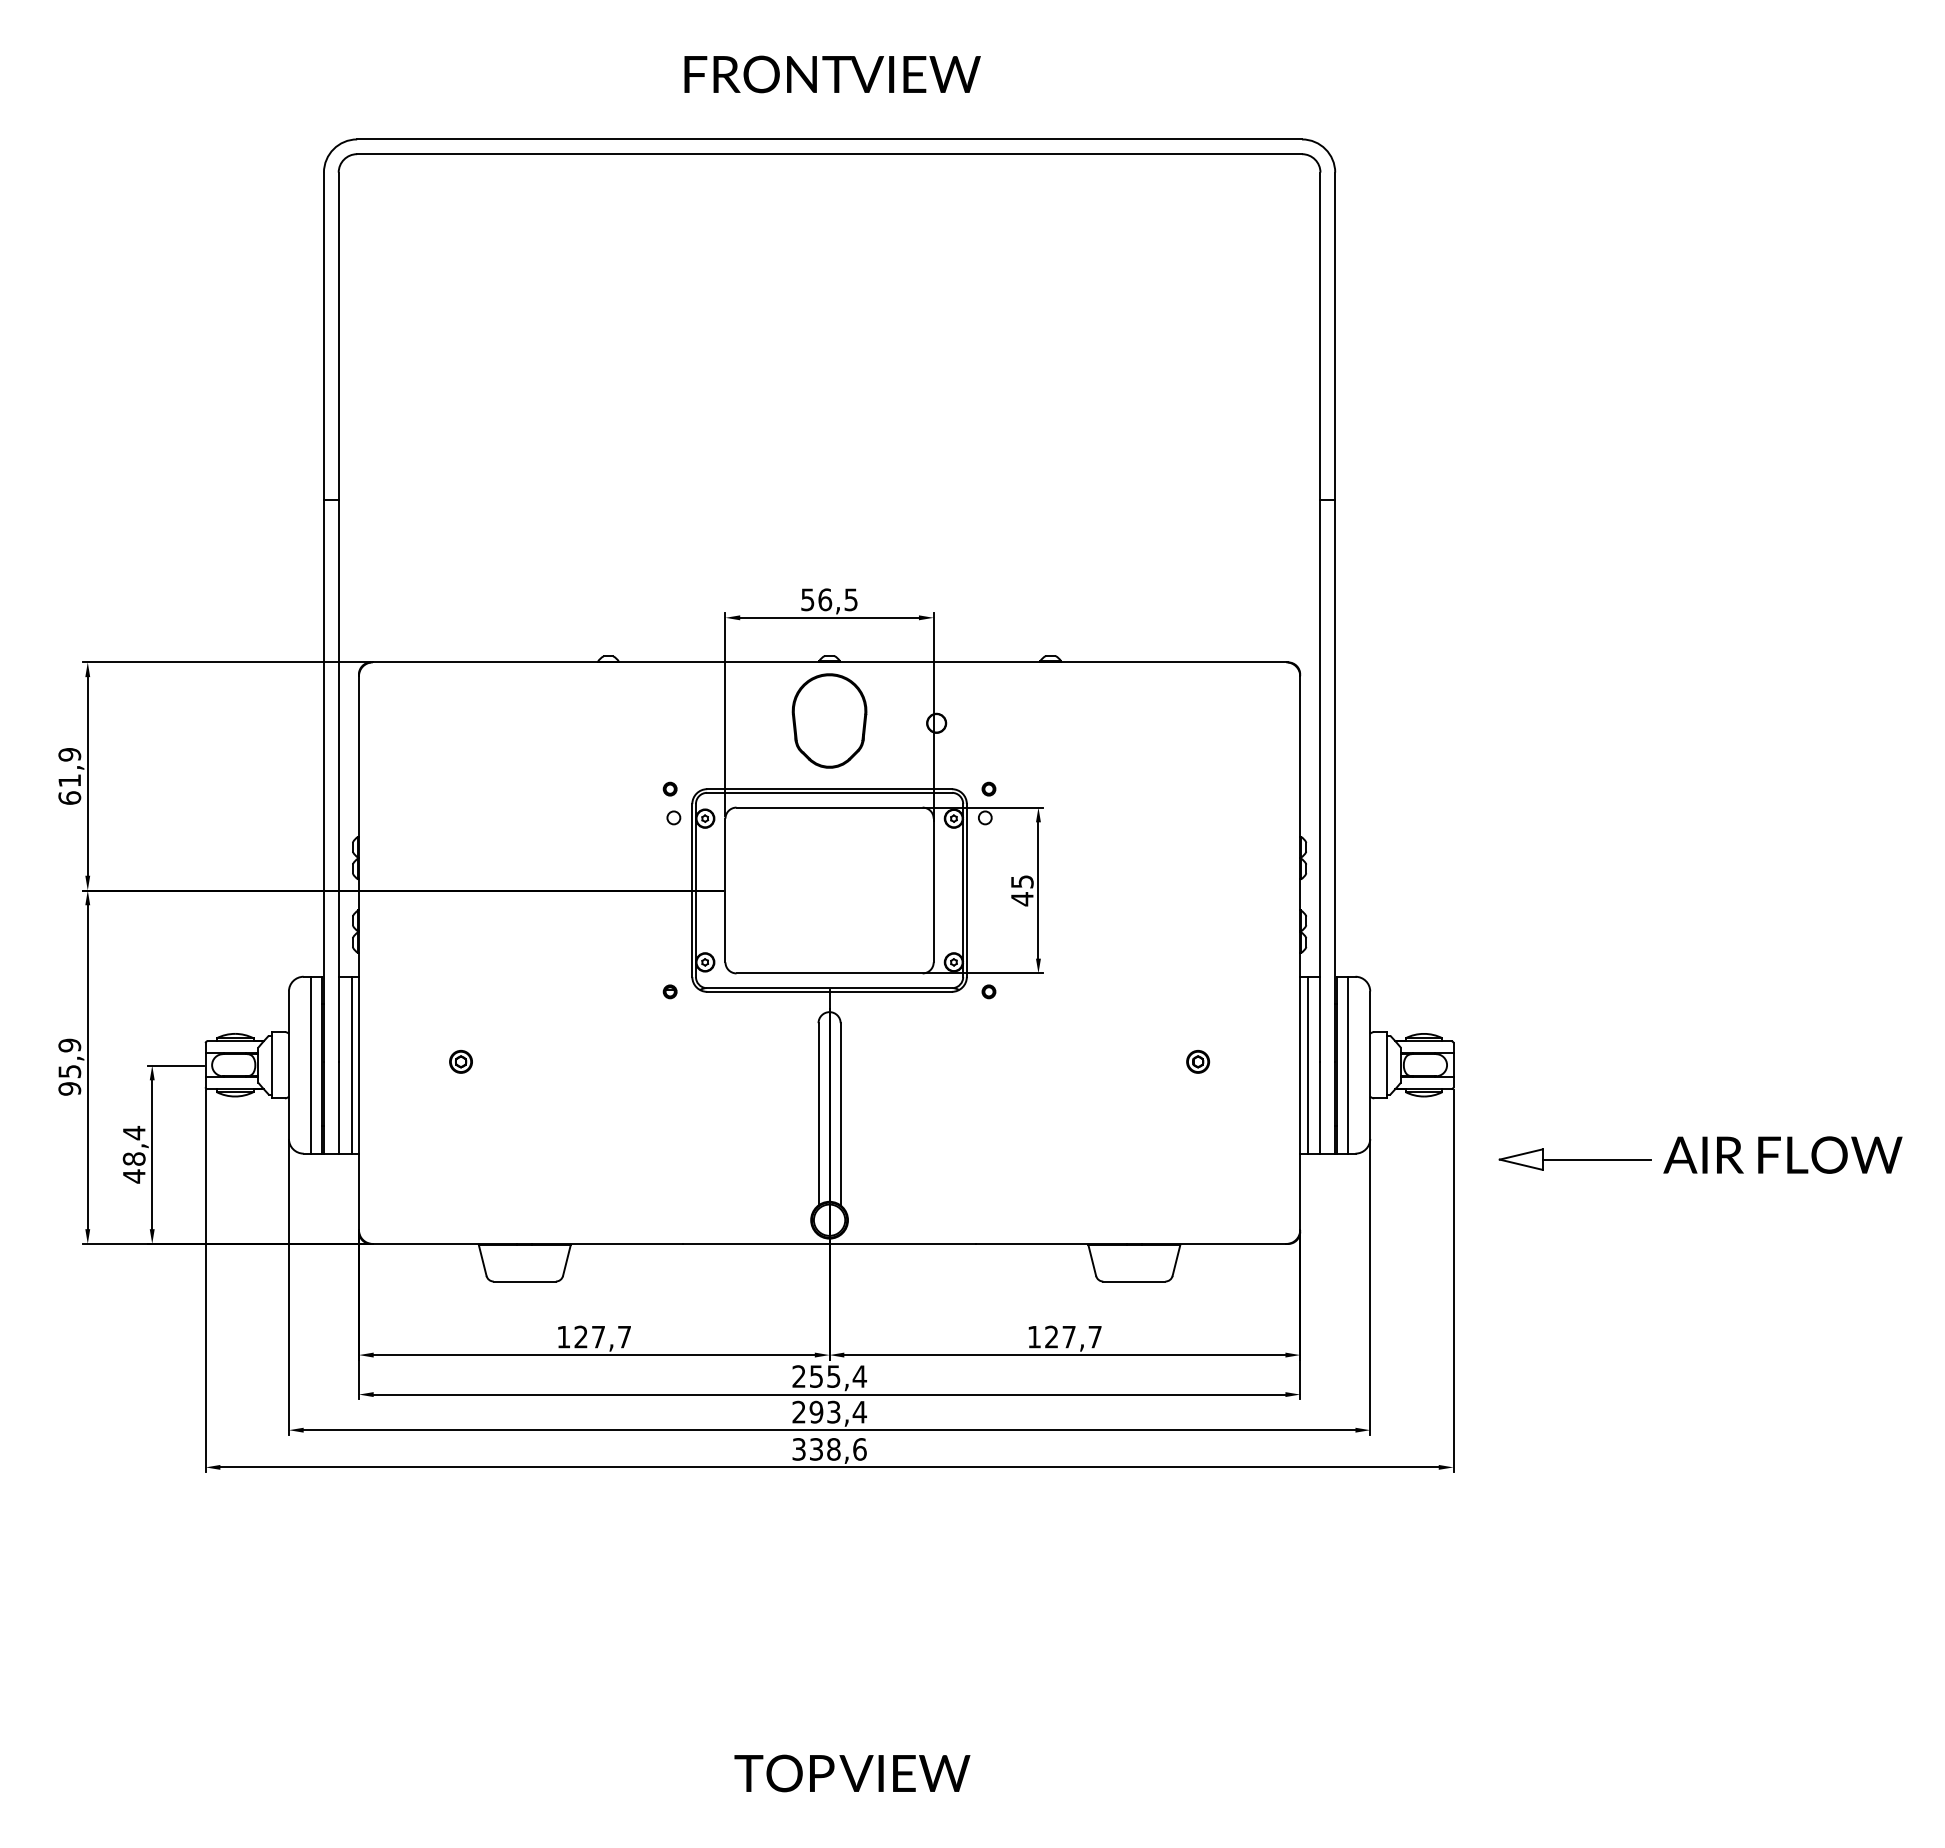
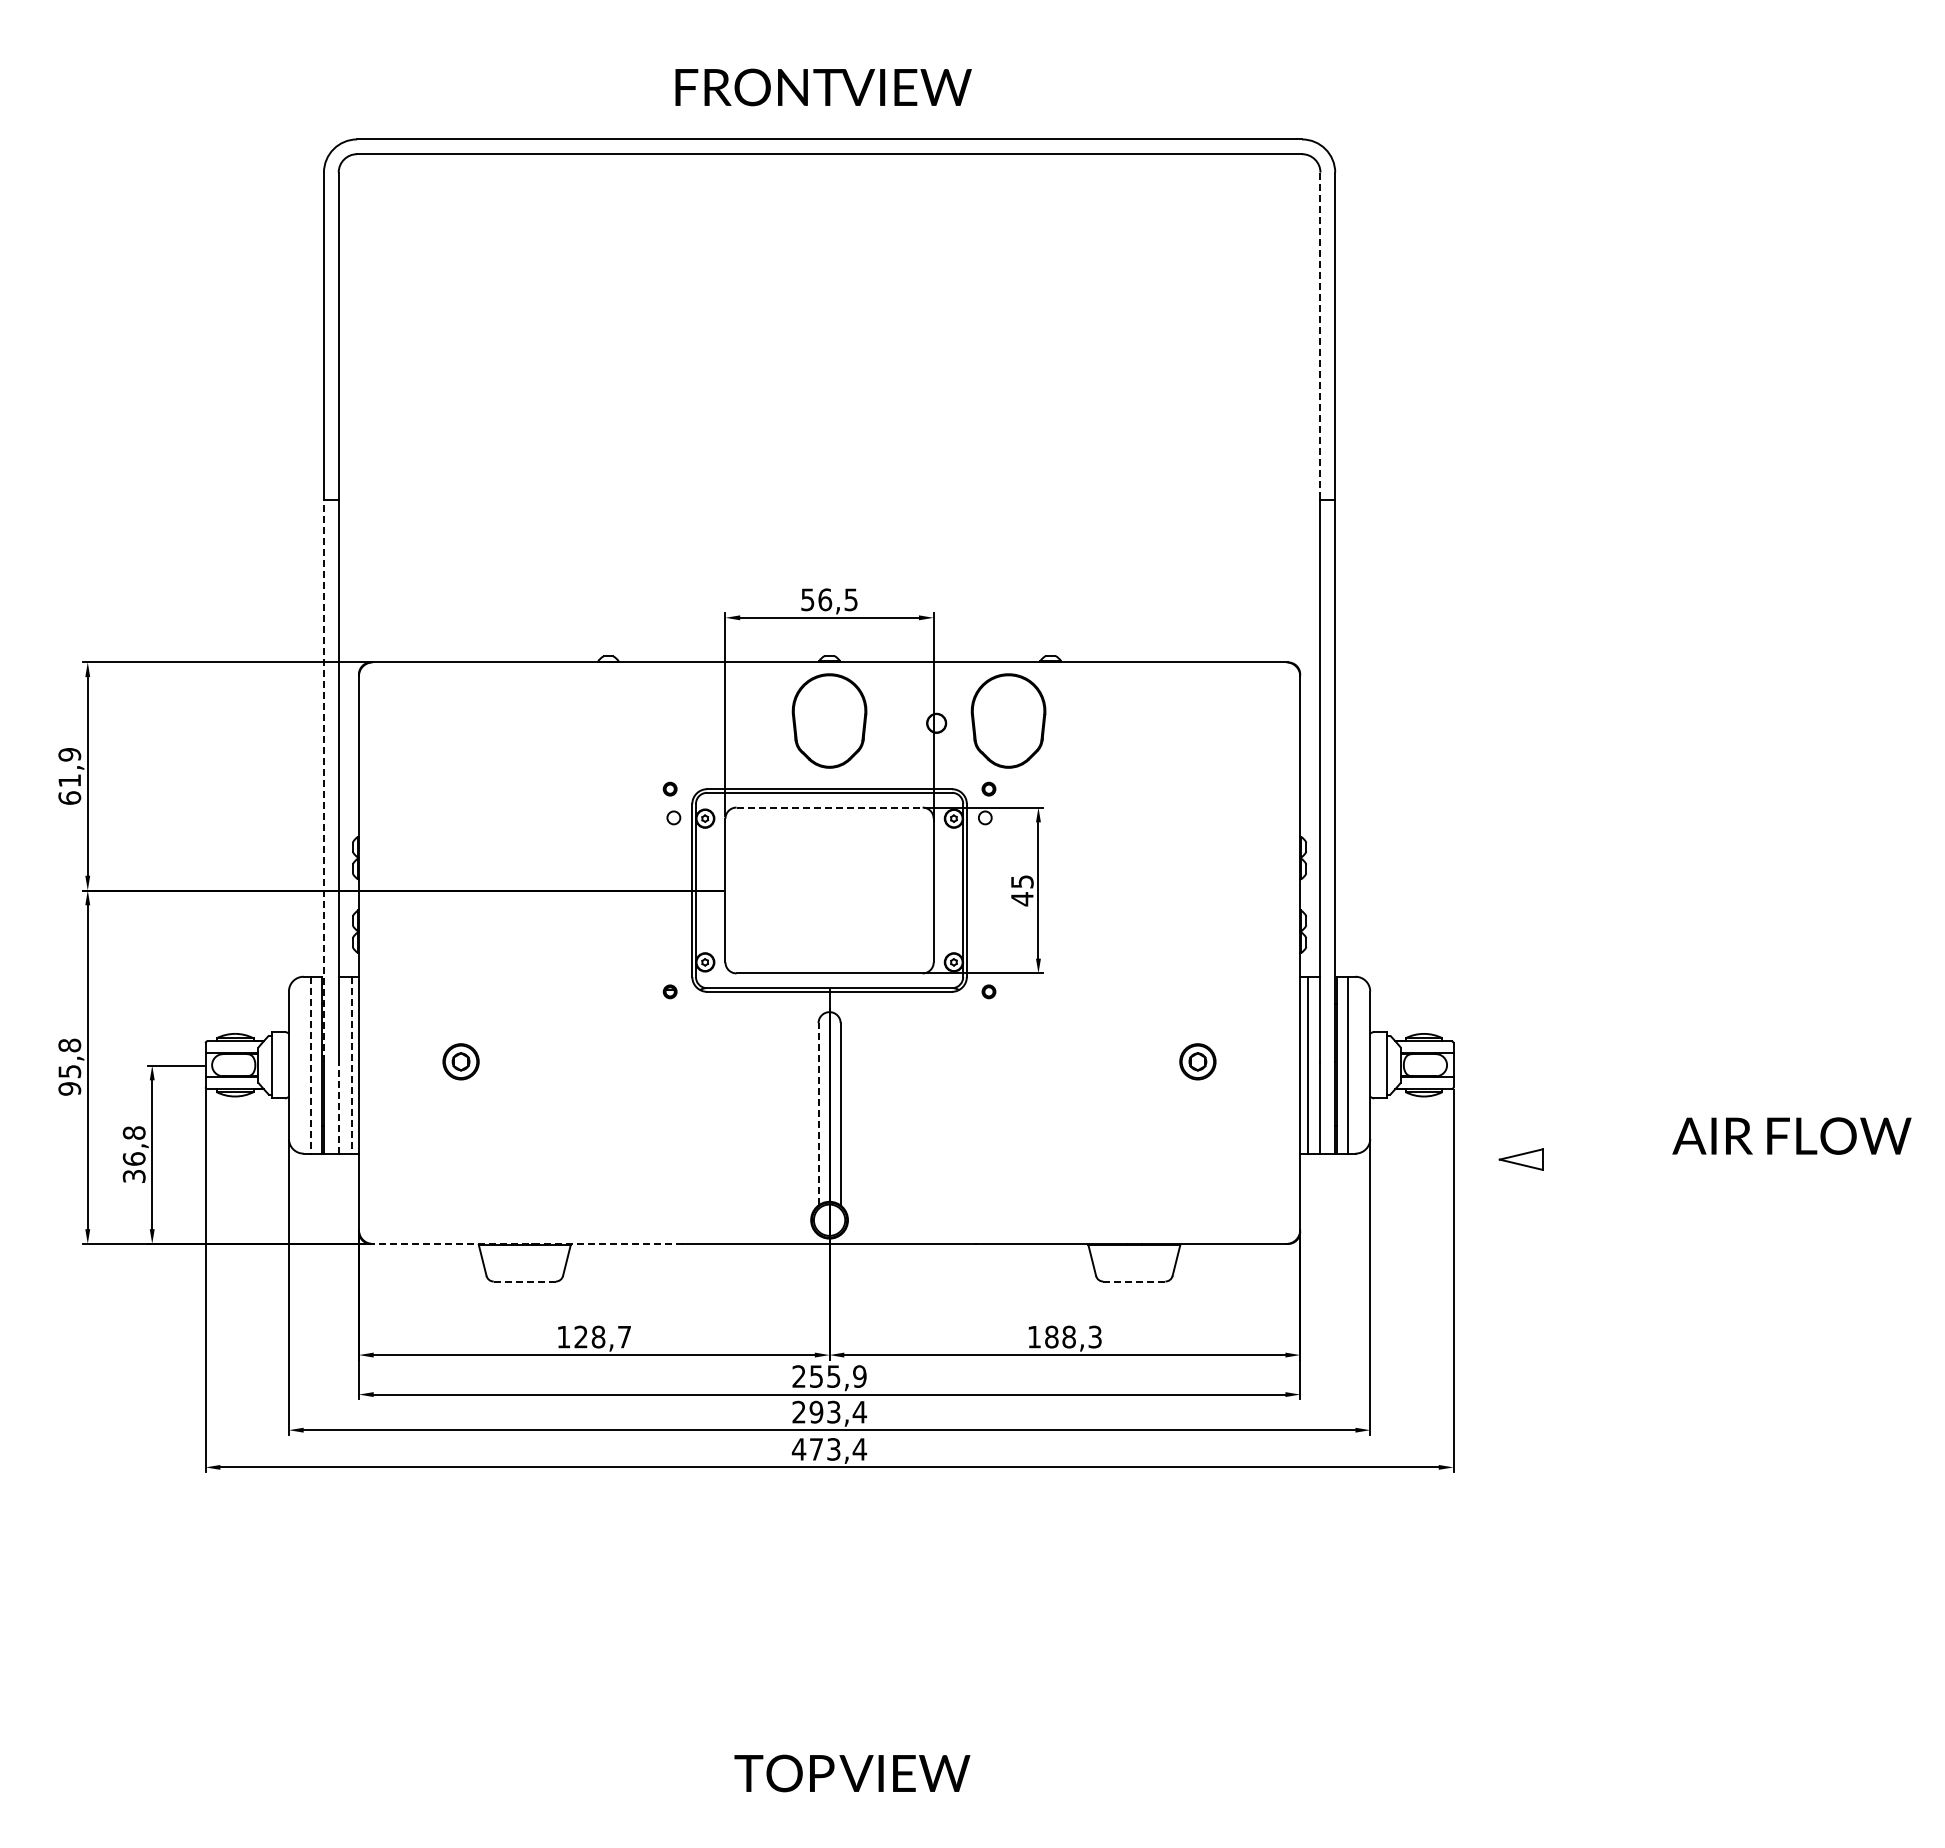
text at (832, 74) position: (832, 74) -> (823, 87)
line at (1320, 336): solid -> dashed
part at (1008, 720): none -> present
line at (323, 780): solid -> dashed
line at (830, 807): solid -> dashed
text at (69, 1045): 95,9 -> 95,8
part at (460, 1061) size: 24x24 px -> 38x38 px
part at (1198, 1061) size: 25x24 px -> 38x38 px
line at (311, 1065): solid -> dashed
line at (351, 1065): solid -> dashed
line at (338, 1107): solid -> dashed
line at (818, 1113): solid -> dashed
text at (133, 1154): 48,4 -> 36,8
text at (1782, 1154) position: (1782, 1154) -> (1791, 1135)
line at (1596, 1159): present -> none
line at (527, 1243): solid -> dashed
line at (525, 1281): solid -> dashed
line at (1134, 1281): solid -> dashed
text at (598, 1336): 127,7 -> 128,7
text at (1073, 1336): 127,7 -> 188,3
text at (859, 1376): 255,4 -> 255,9
text at (829, 1449): 338,6 -> 473,4
